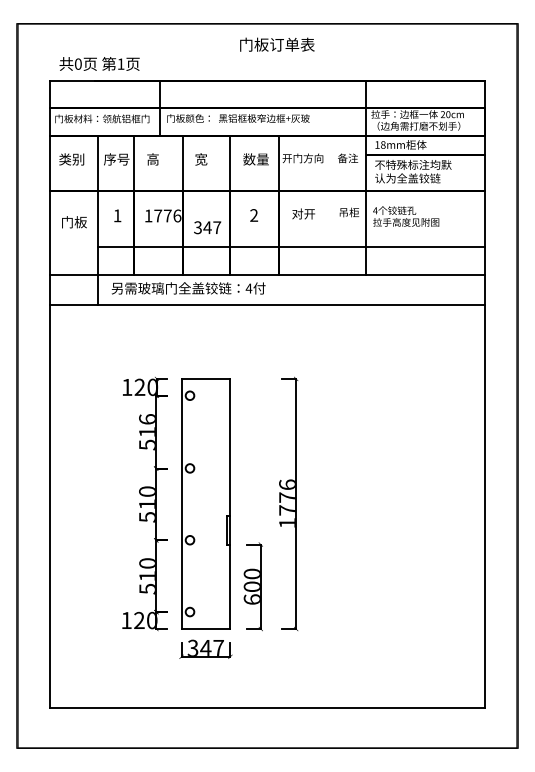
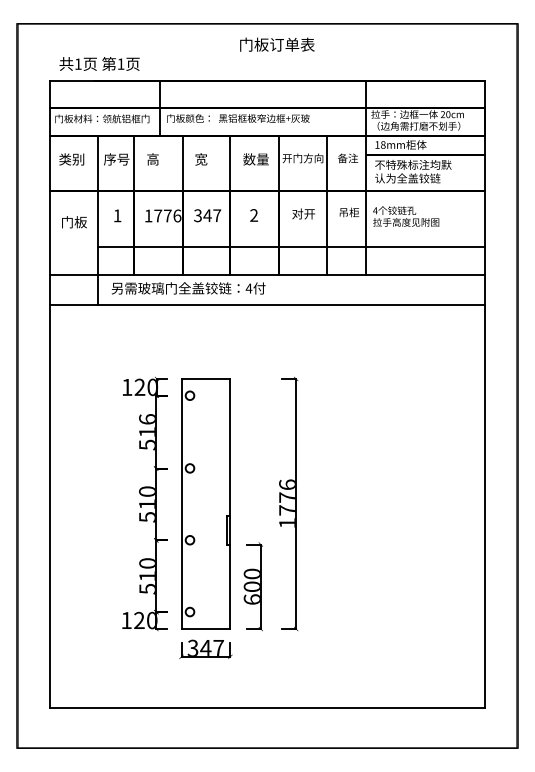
text at (78, 63): 0 -> 1
line at (327, 205): none -> present
text at (207, 227) position: (207, 227) -> (207, 215)
